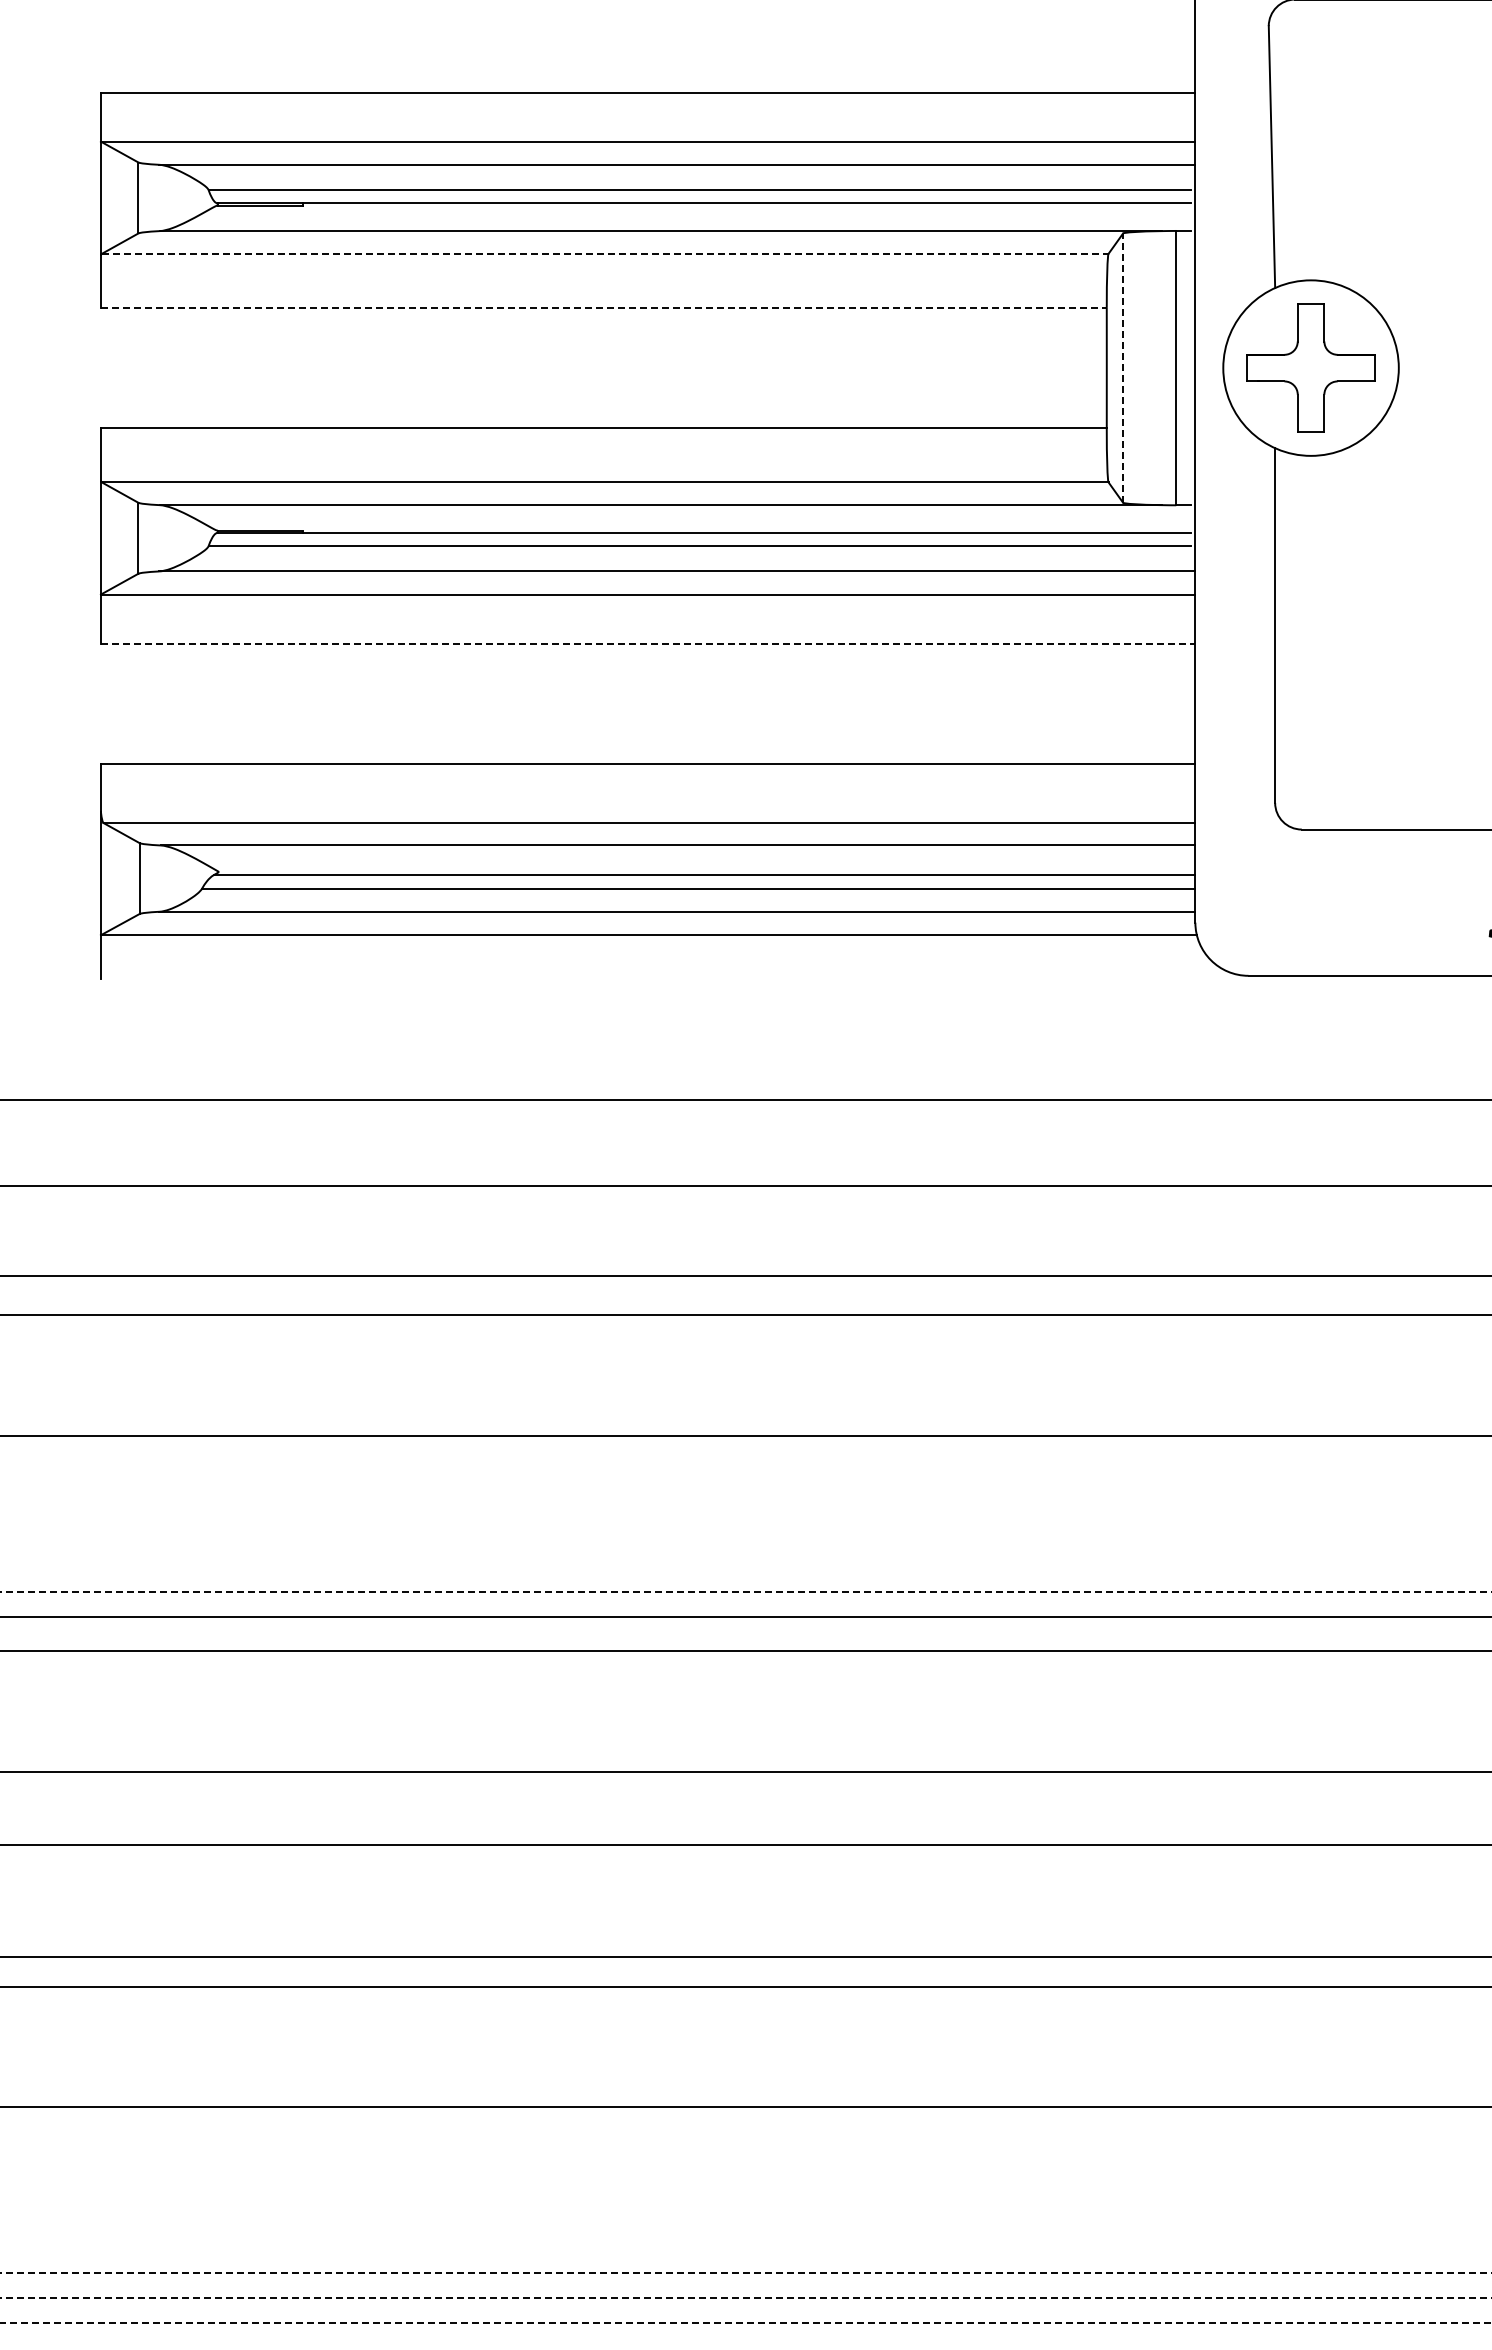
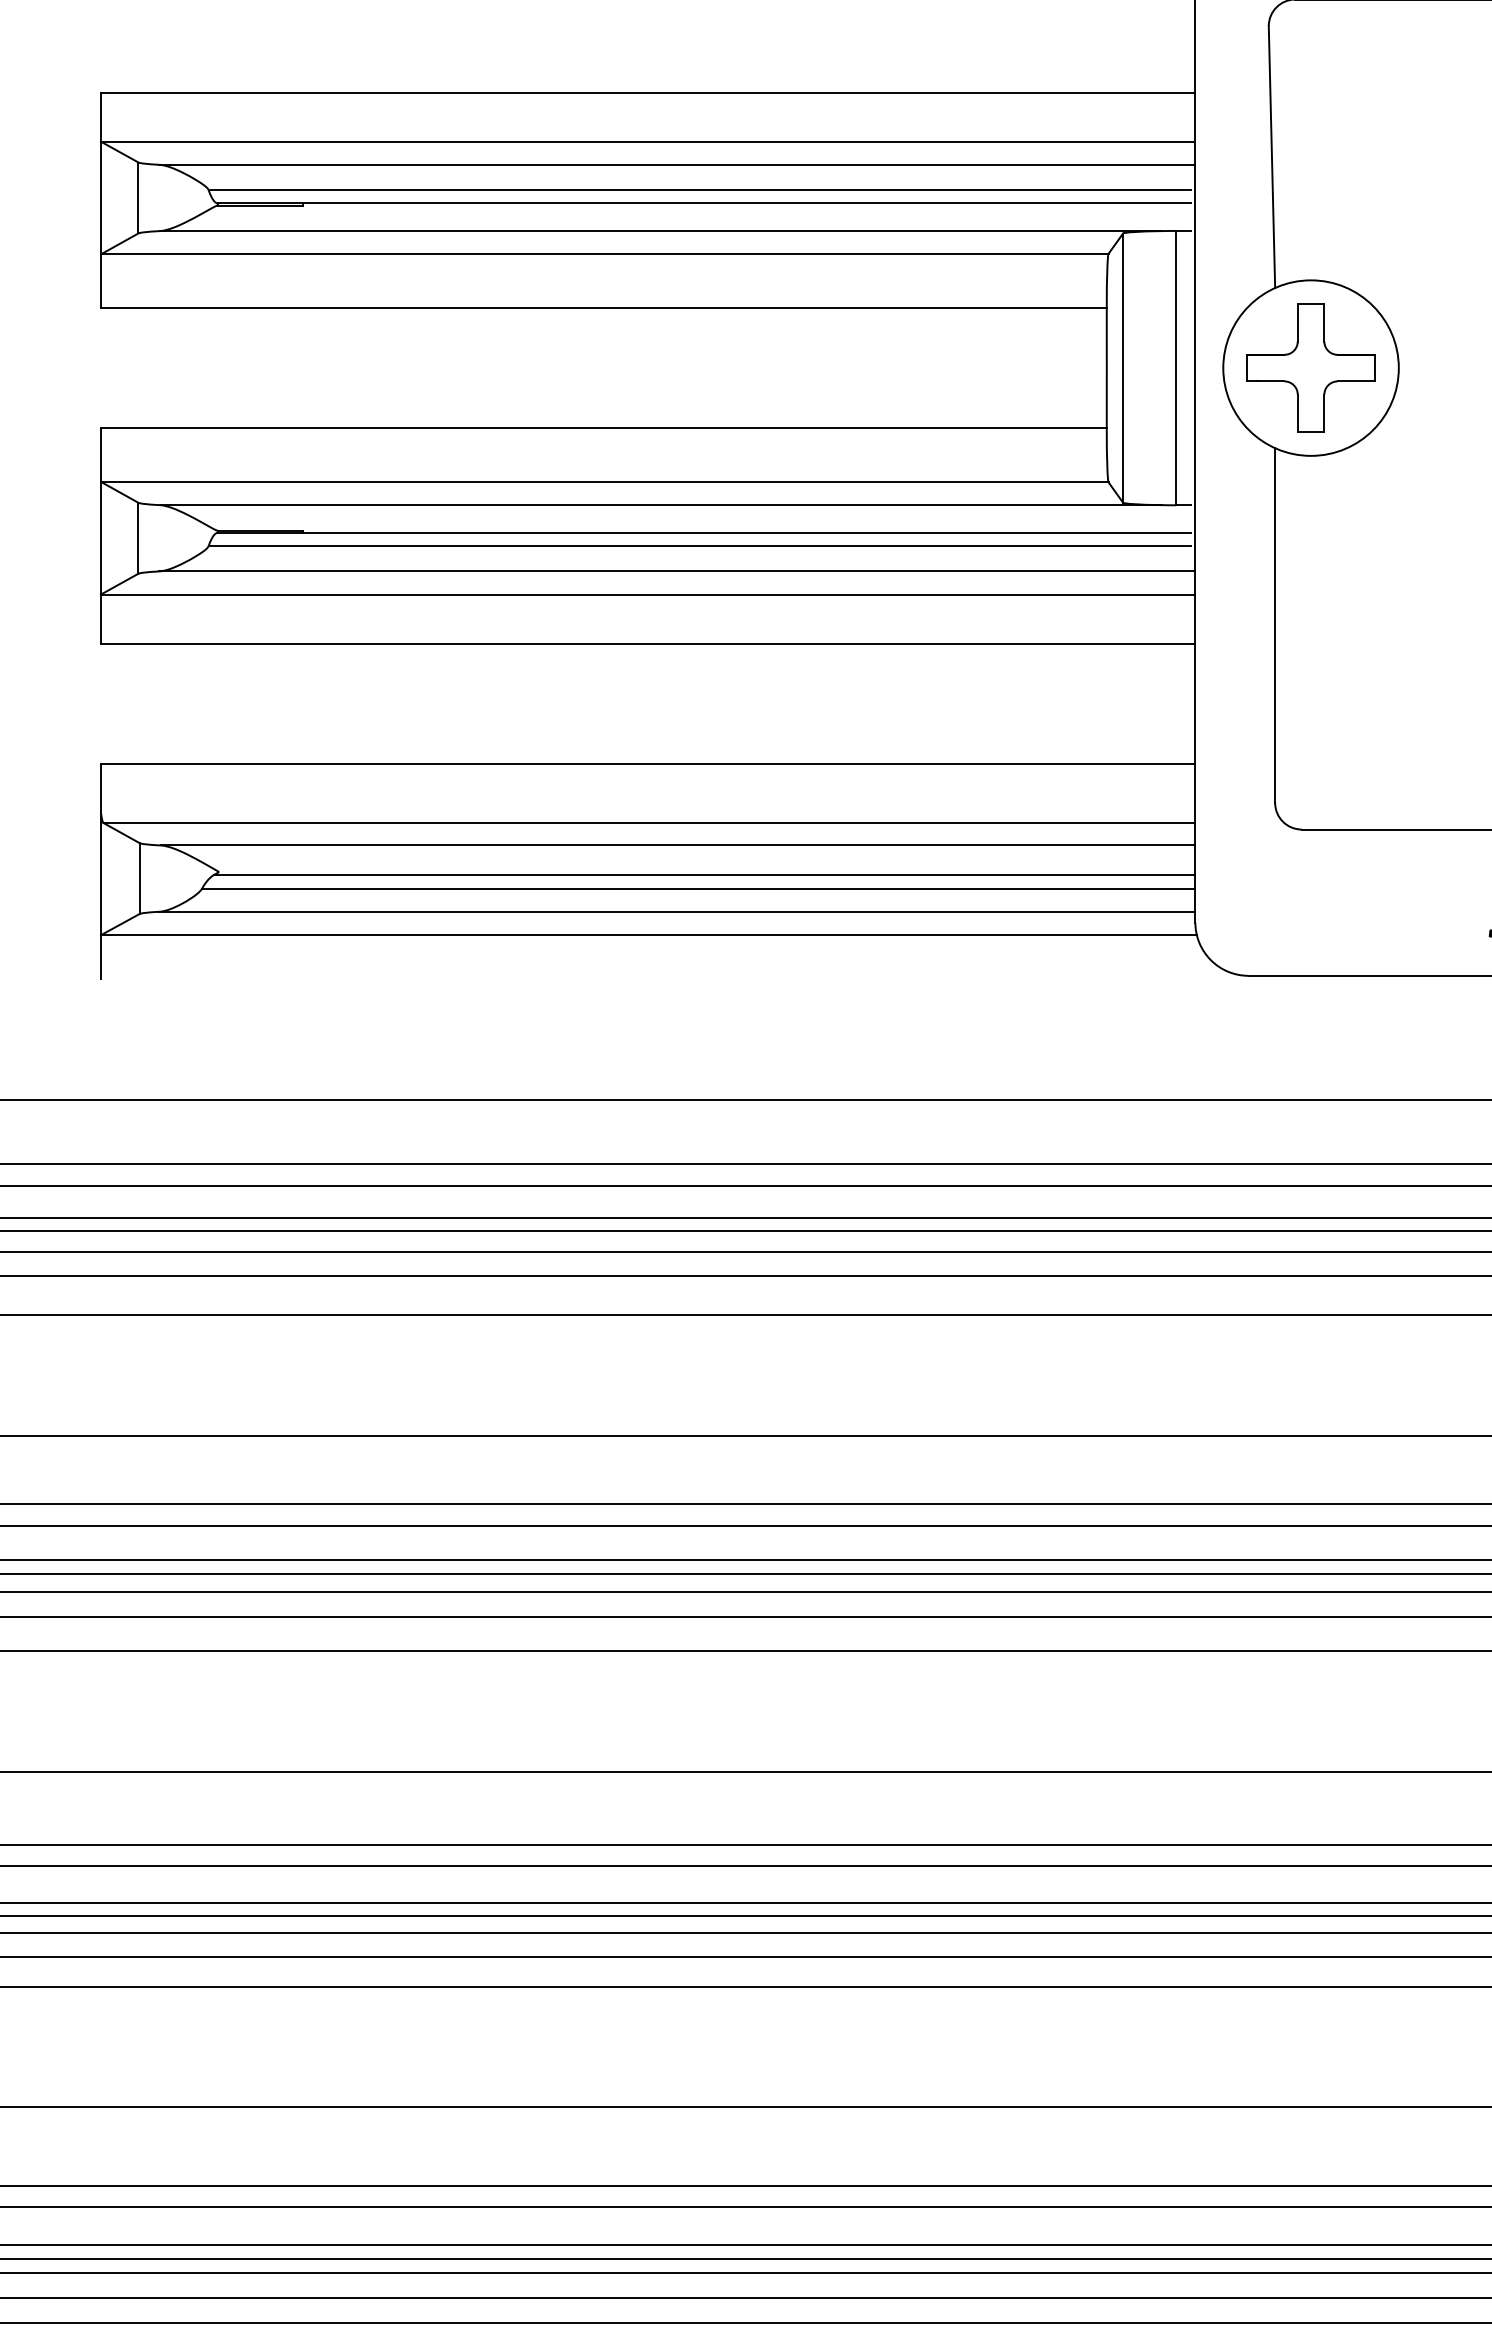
line at (605, 253): dashed -> solid
line at (603, 307): dashed -> solid
line at (1123, 368): dashed -> solid
line at (648, 643): dashed -> solid
line at (745, 1163): none -> present
line at (745, 1217): none -> present
line at (745, 1231): none -> present
line at (745, 1252): none -> present
line at (745, 1504): none -> present
line at (745, 1526): none -> present
line at (745, 1560): none -> present
line at (745, 1573): none -> present
line at (746, 1592): dashed -> solid
line at (745, 1866): none -> present
line at (745, 1902): none -> present
line at (745, 1916): none -> present
line at (745, 1932): none -> present
line at (745, 2185): none -> present
line at (745, 2206): none -> present
line at (745, 2245): none -> present
line at (745, 2258): none -> present
line at (746, 2273): dashed -> solid
line at (746, 2297): dashed -> solid
line at (746, 2322): dashed -> solid
